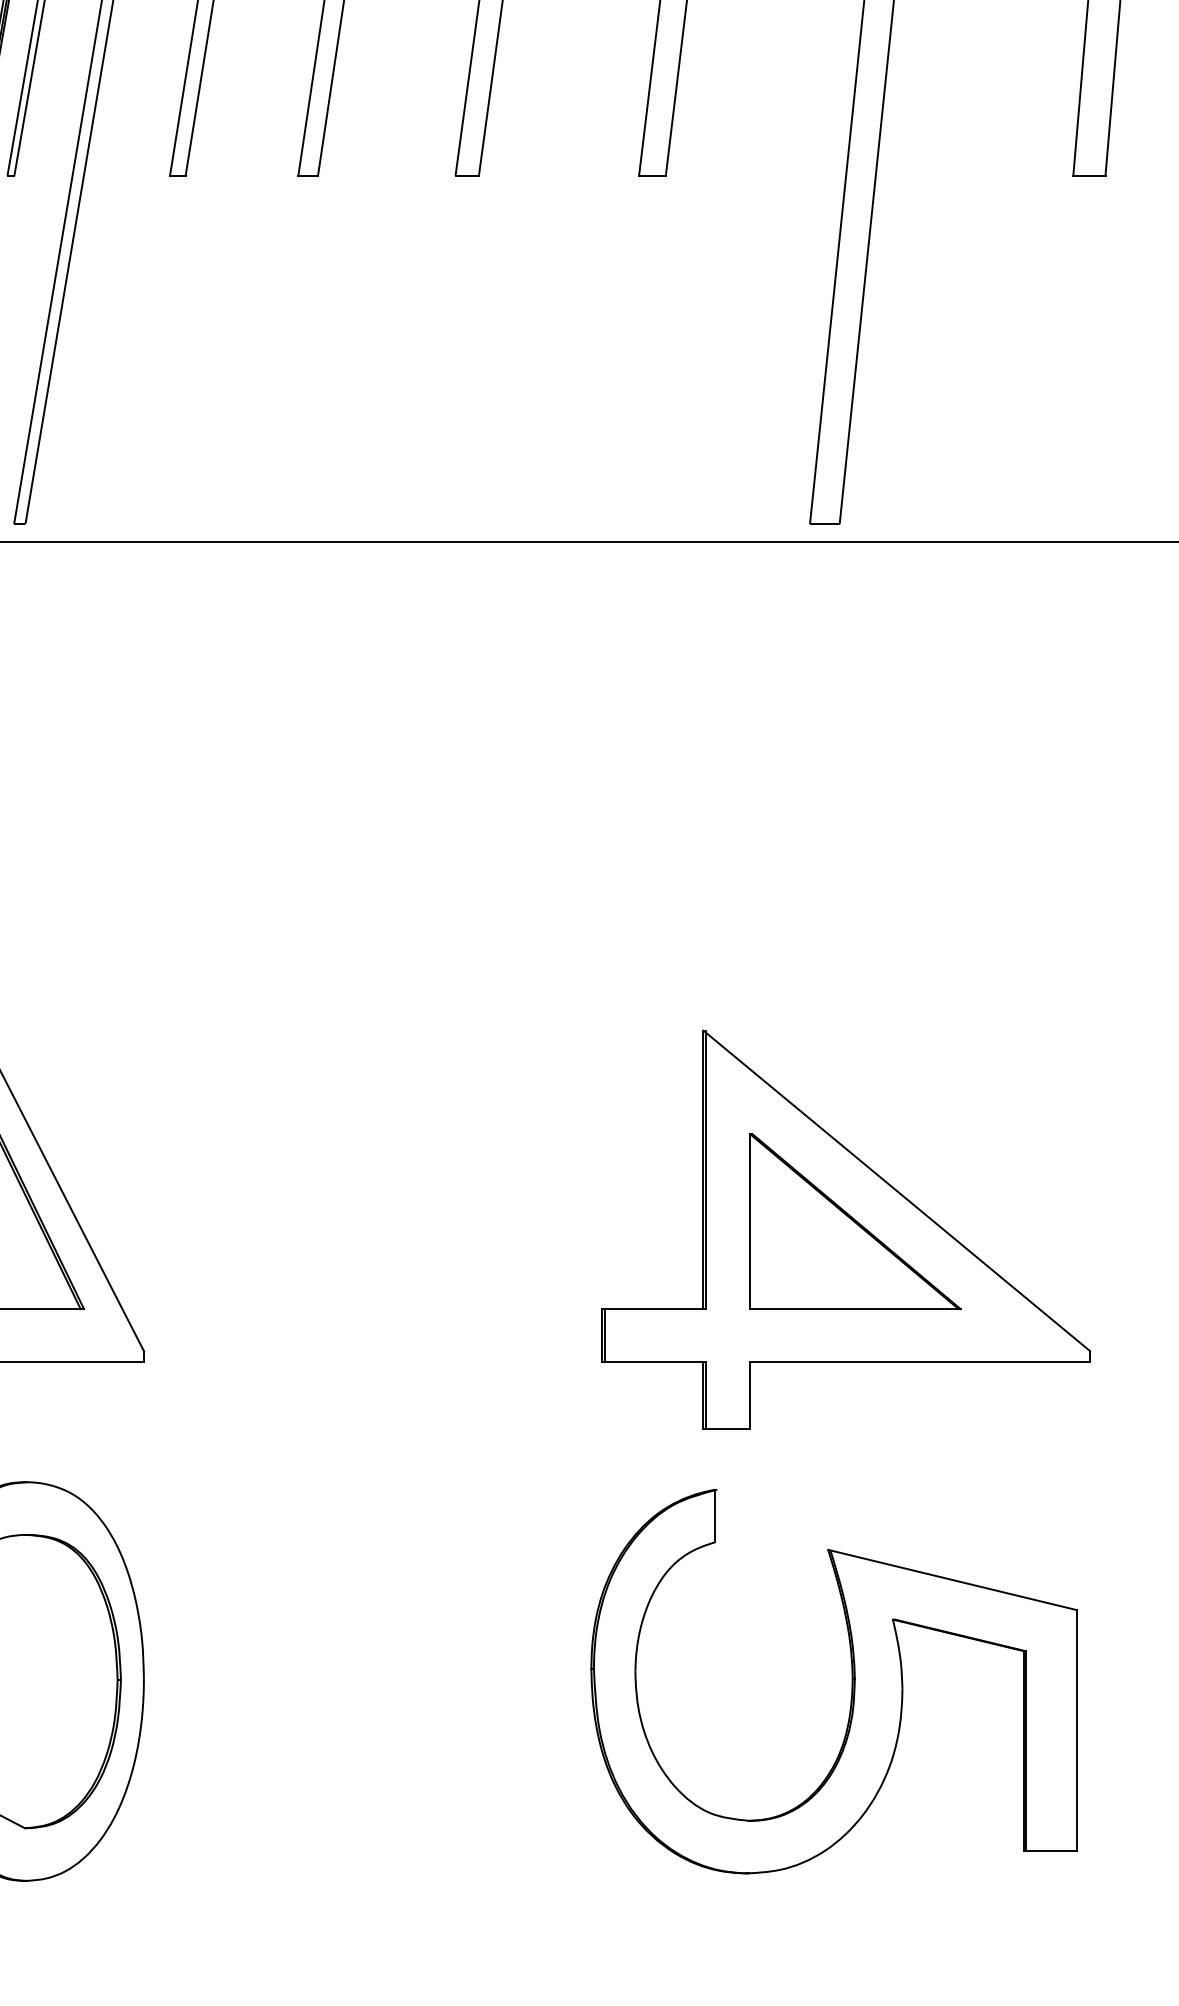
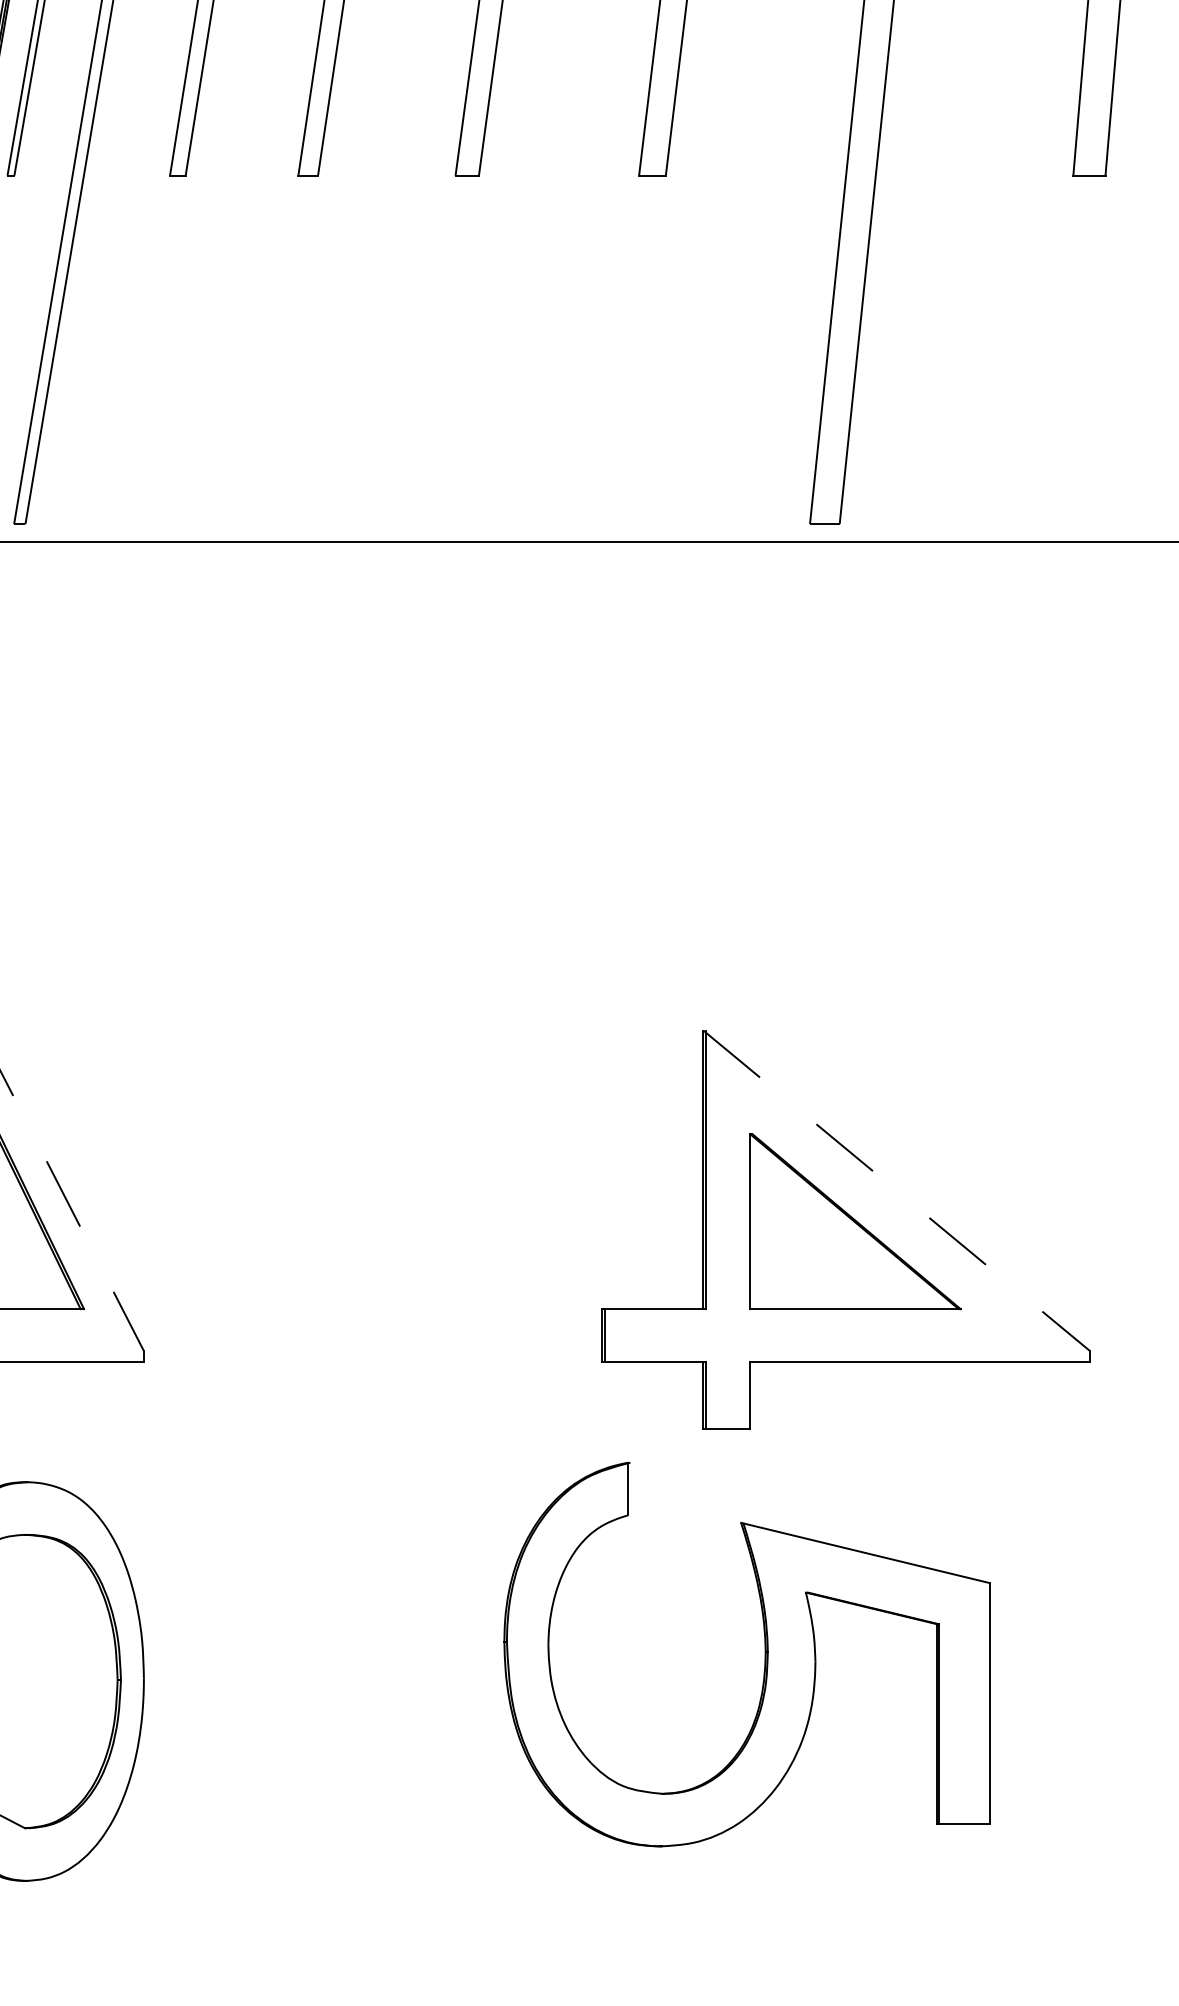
line at (897, 1191): solid -> dashed
line at (72, 1211): solid -> dashed
part at (851, 1681) position: (851, 1681) -> (764, 1654)
